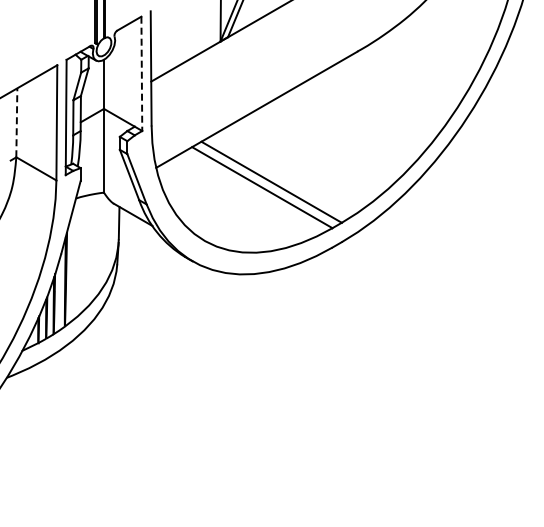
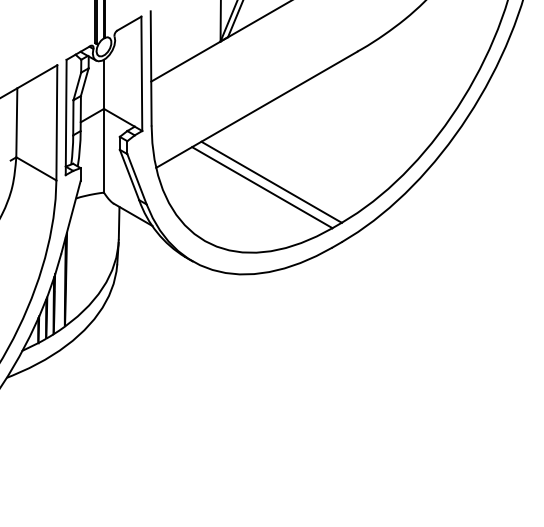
line at (141, 74): dashed -> solid
line at (16, 122): dashed -> solid
